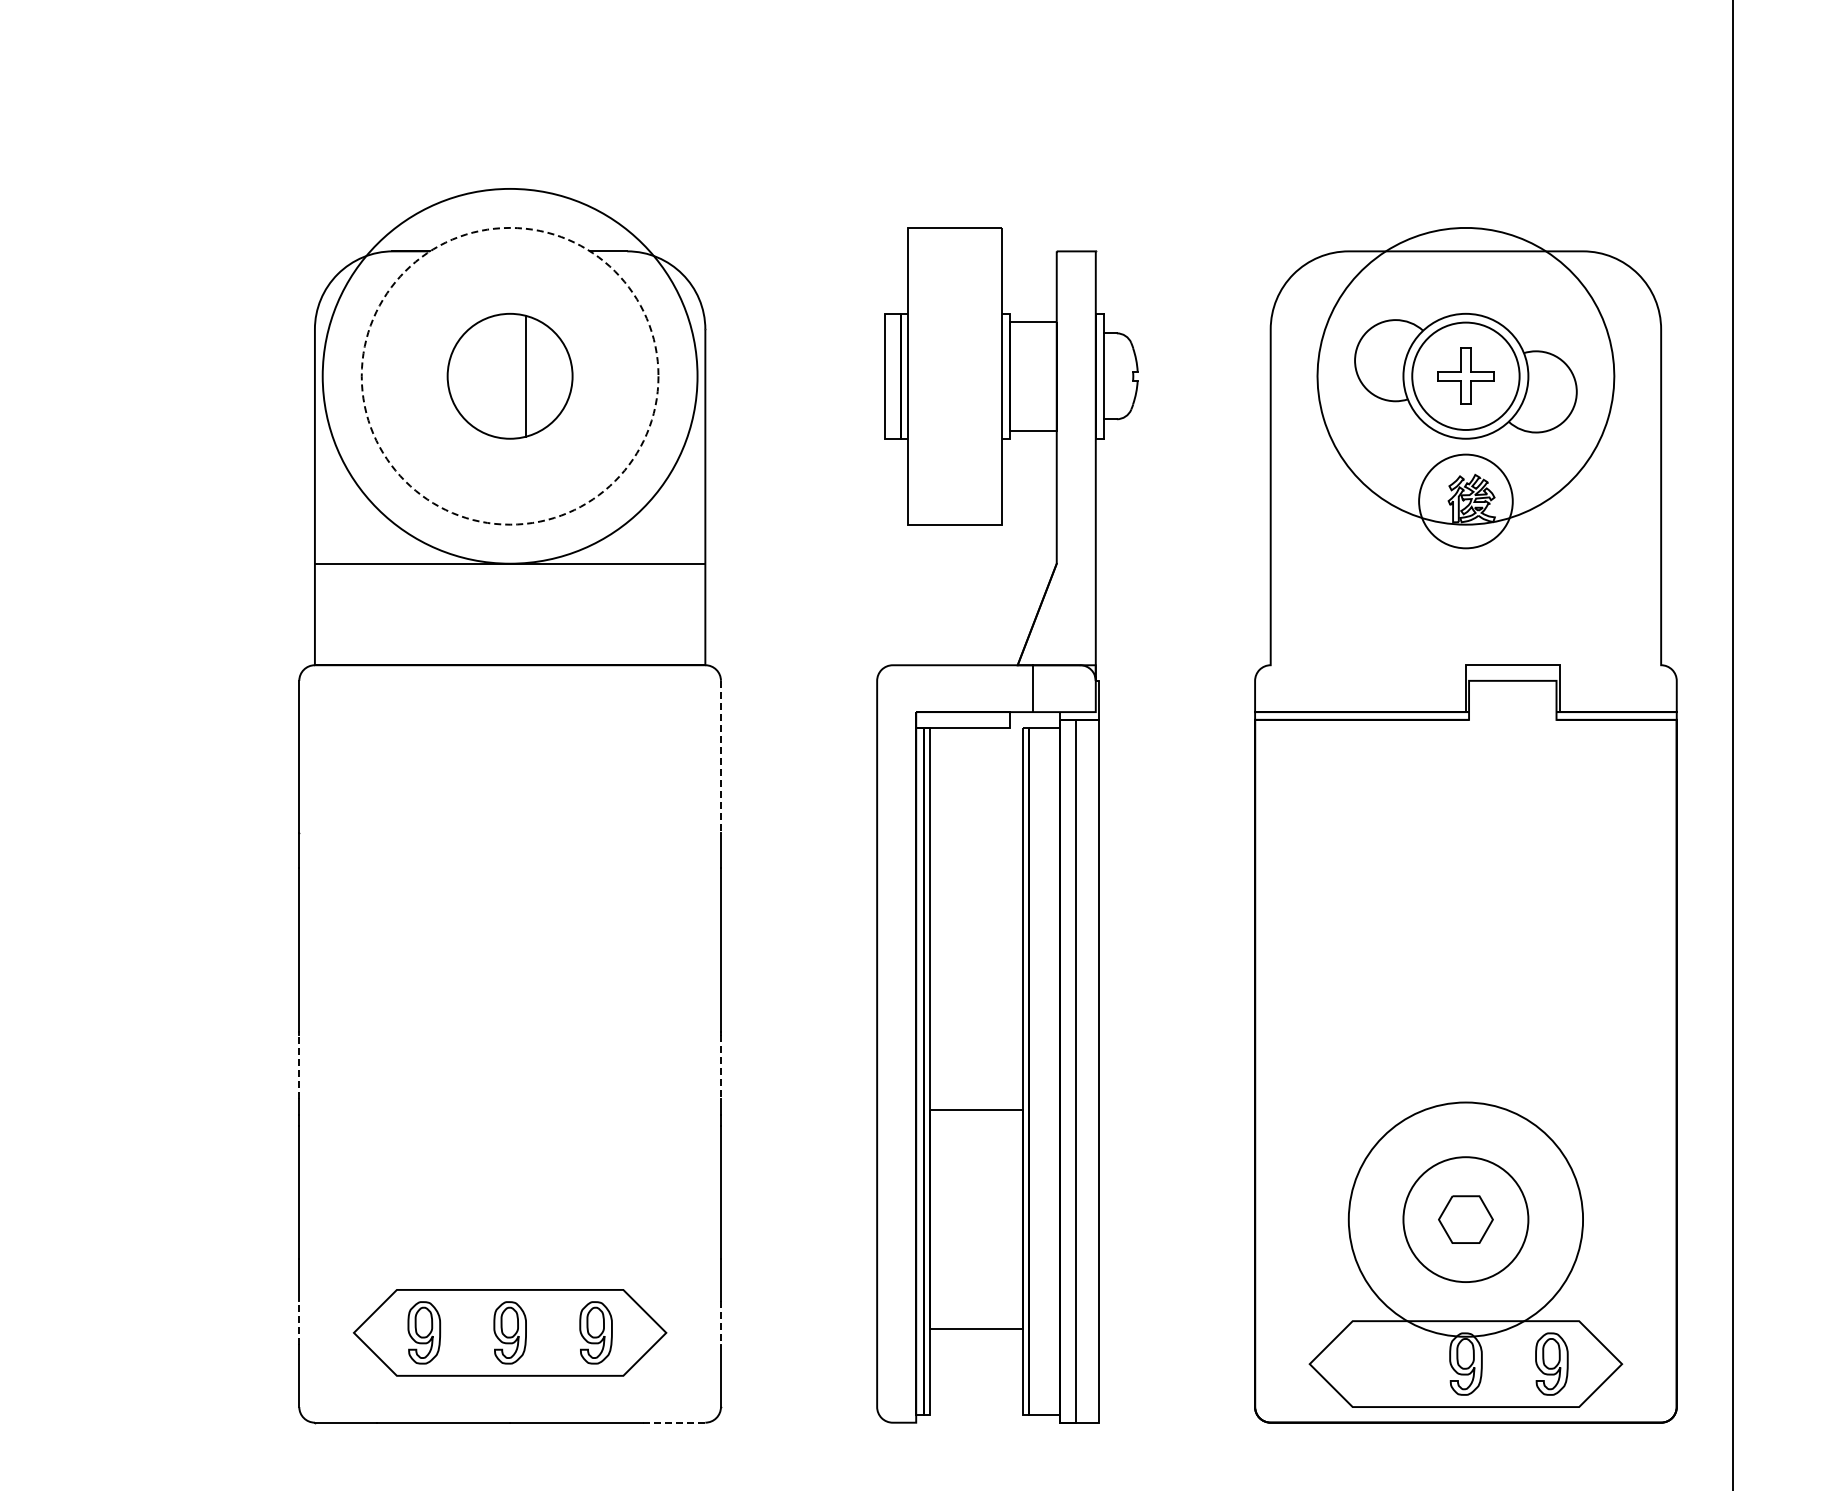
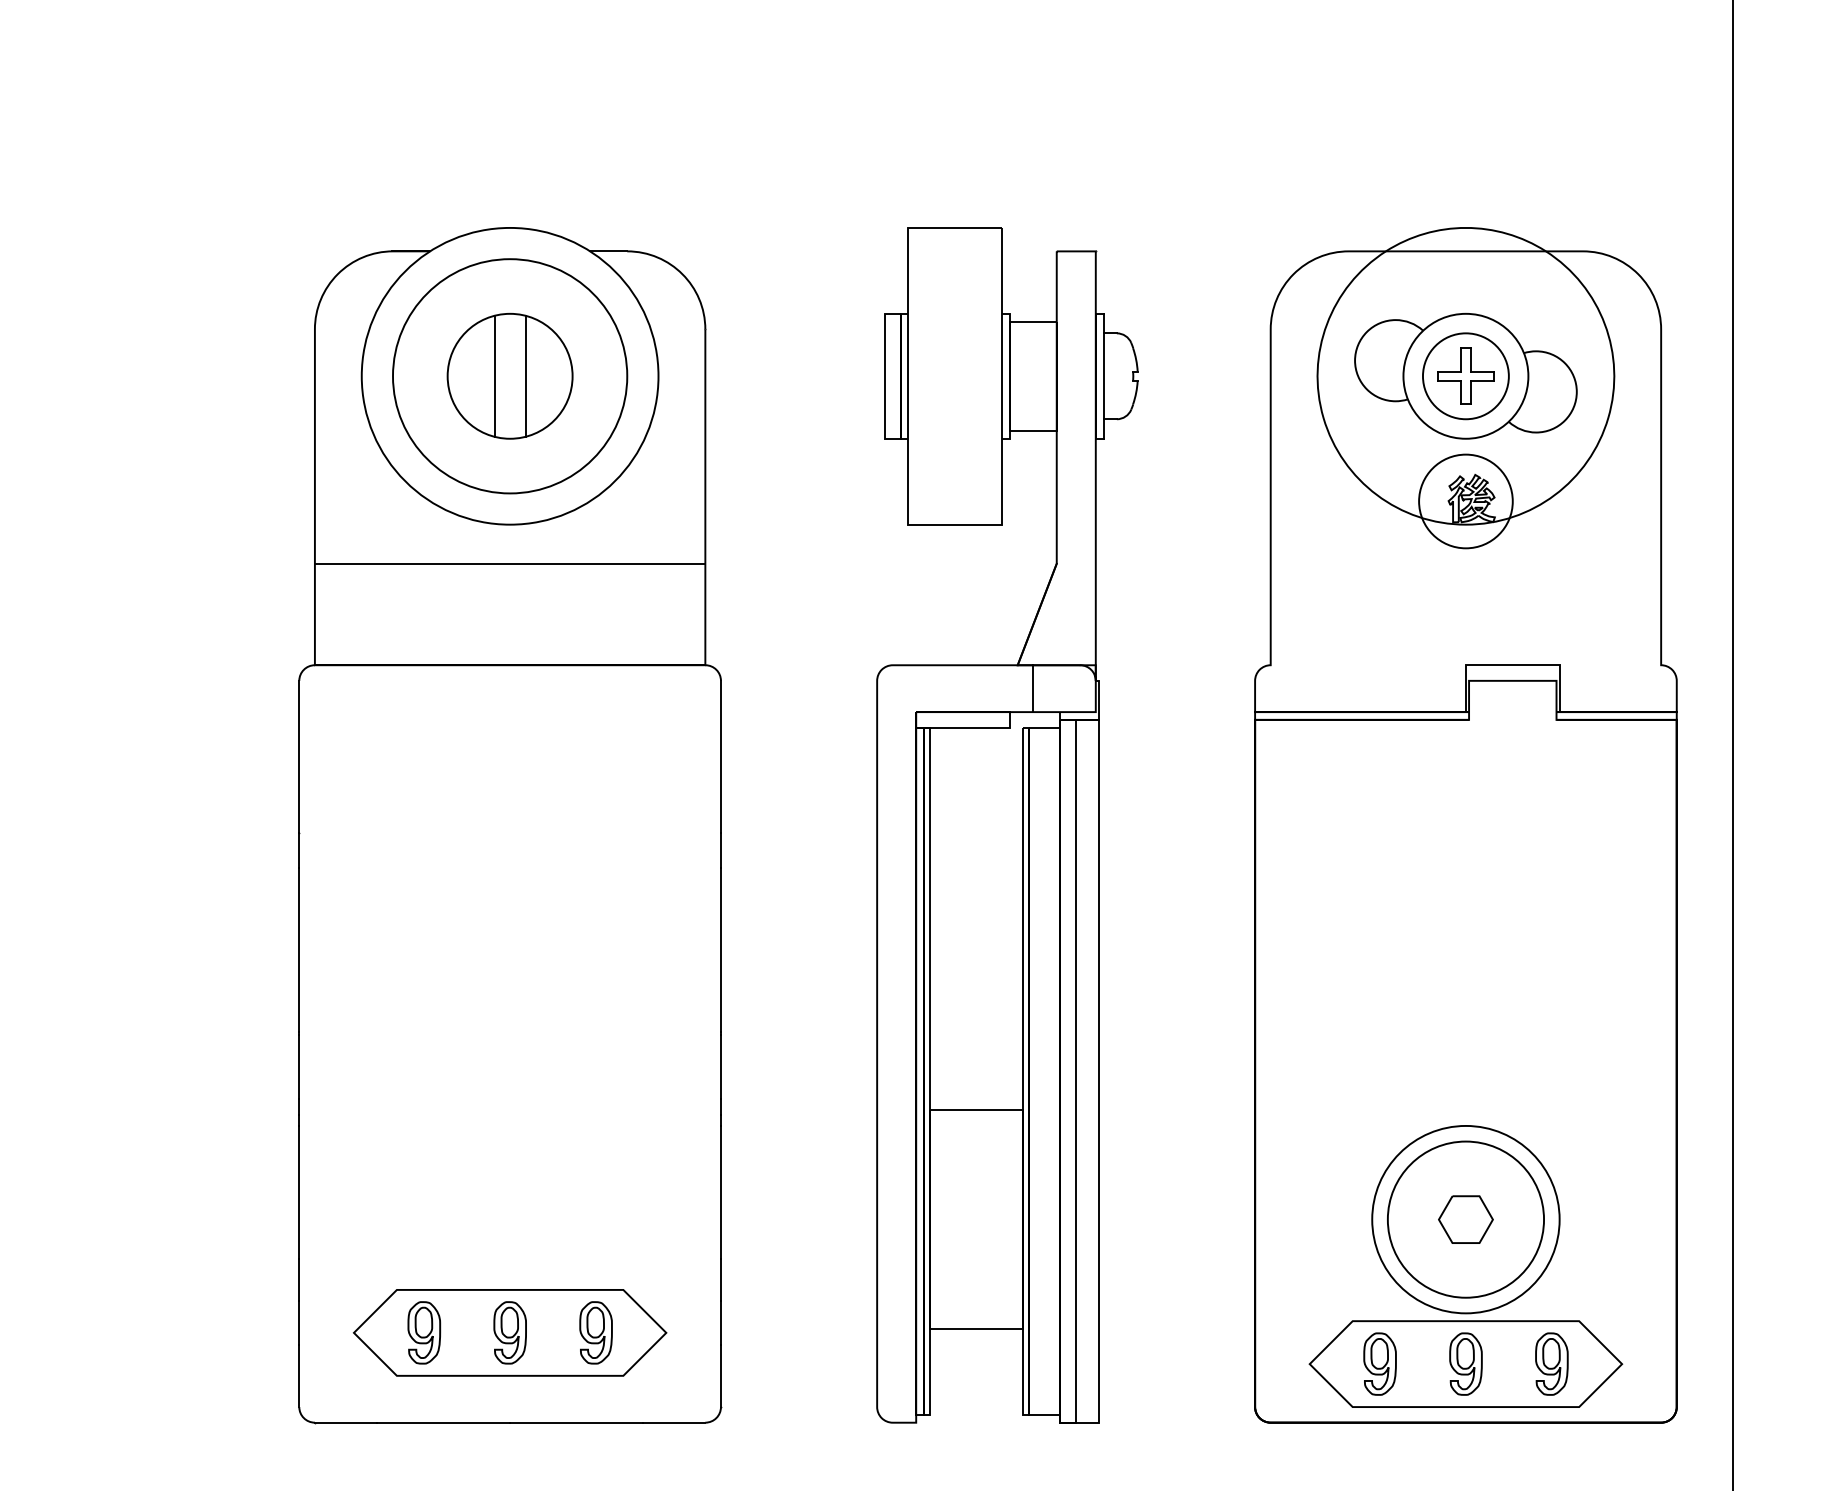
line at (494, 375): none -> present
circle at (509, 375) diameter: 375 px -> 234 px
circle at (509, 375): dashed -> solid
circle at (1465, 375) diameter: 107 px -> 86 px
line at (720, 757): dashed -> solid
line at (299, 1067): dashed -> solid
line at (720, 1067): dashed -> solid
circle at (1465, 1219) diameter: 125 px -> 156 px
circle at (1465, 1219) diameter: 234 px -> 187 px
line at (299, 1323): dashed -> solid
line at (720, 1323): dashed -> solid
part at (1379, 1363): none -> present
line at (673, 1422): dashed -> solid
